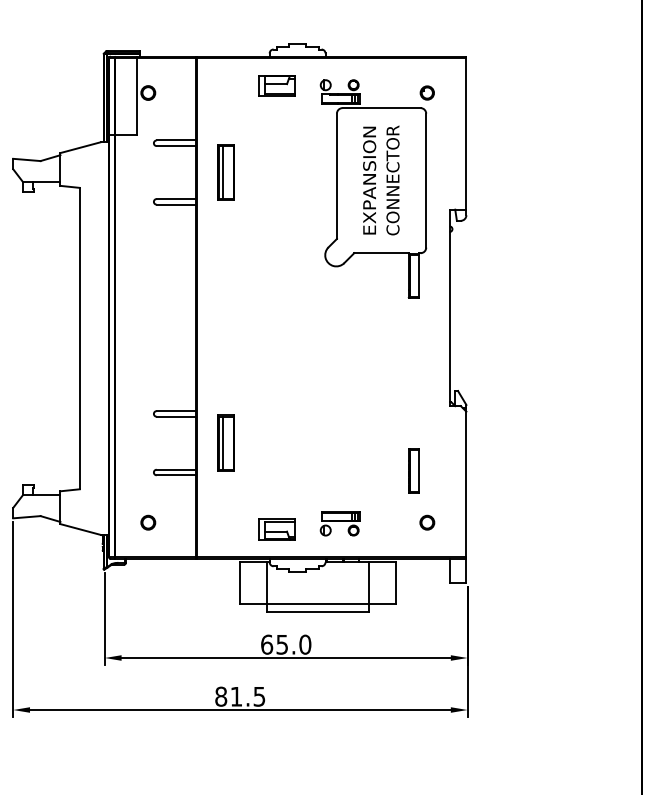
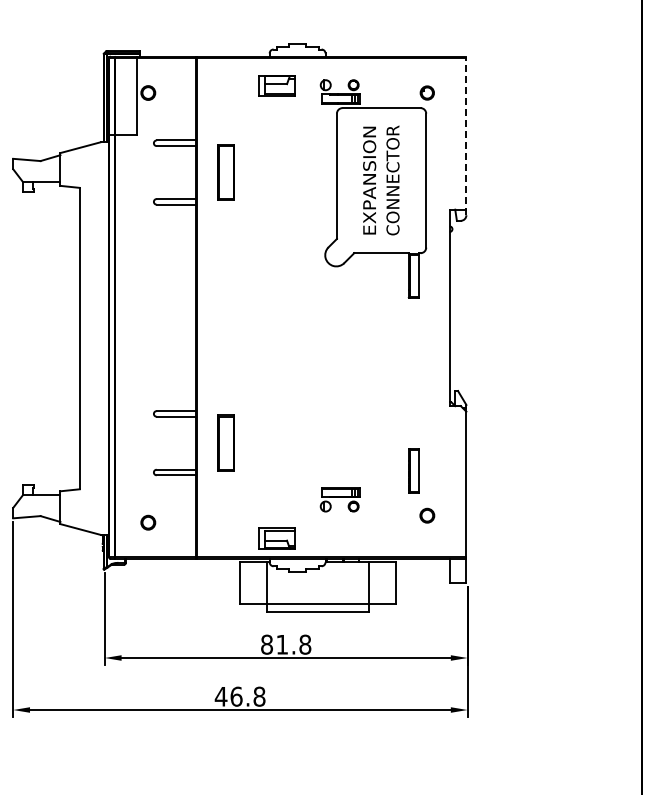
line at (466, 135): solid -> dashed
line at (222, 172): present -> none
line at (222, 442): present -> none
part at (427, 522) position: (427, 522) -> (427, 515)
part at (339, 523) position: (339, 523) -> (339, 499)
part at (276, 529) position: (276, 529) -> (276, 538)
text at (286, 644): 65.0 -> 81.8
text at (239, 696): 81.5 -> 46.8
